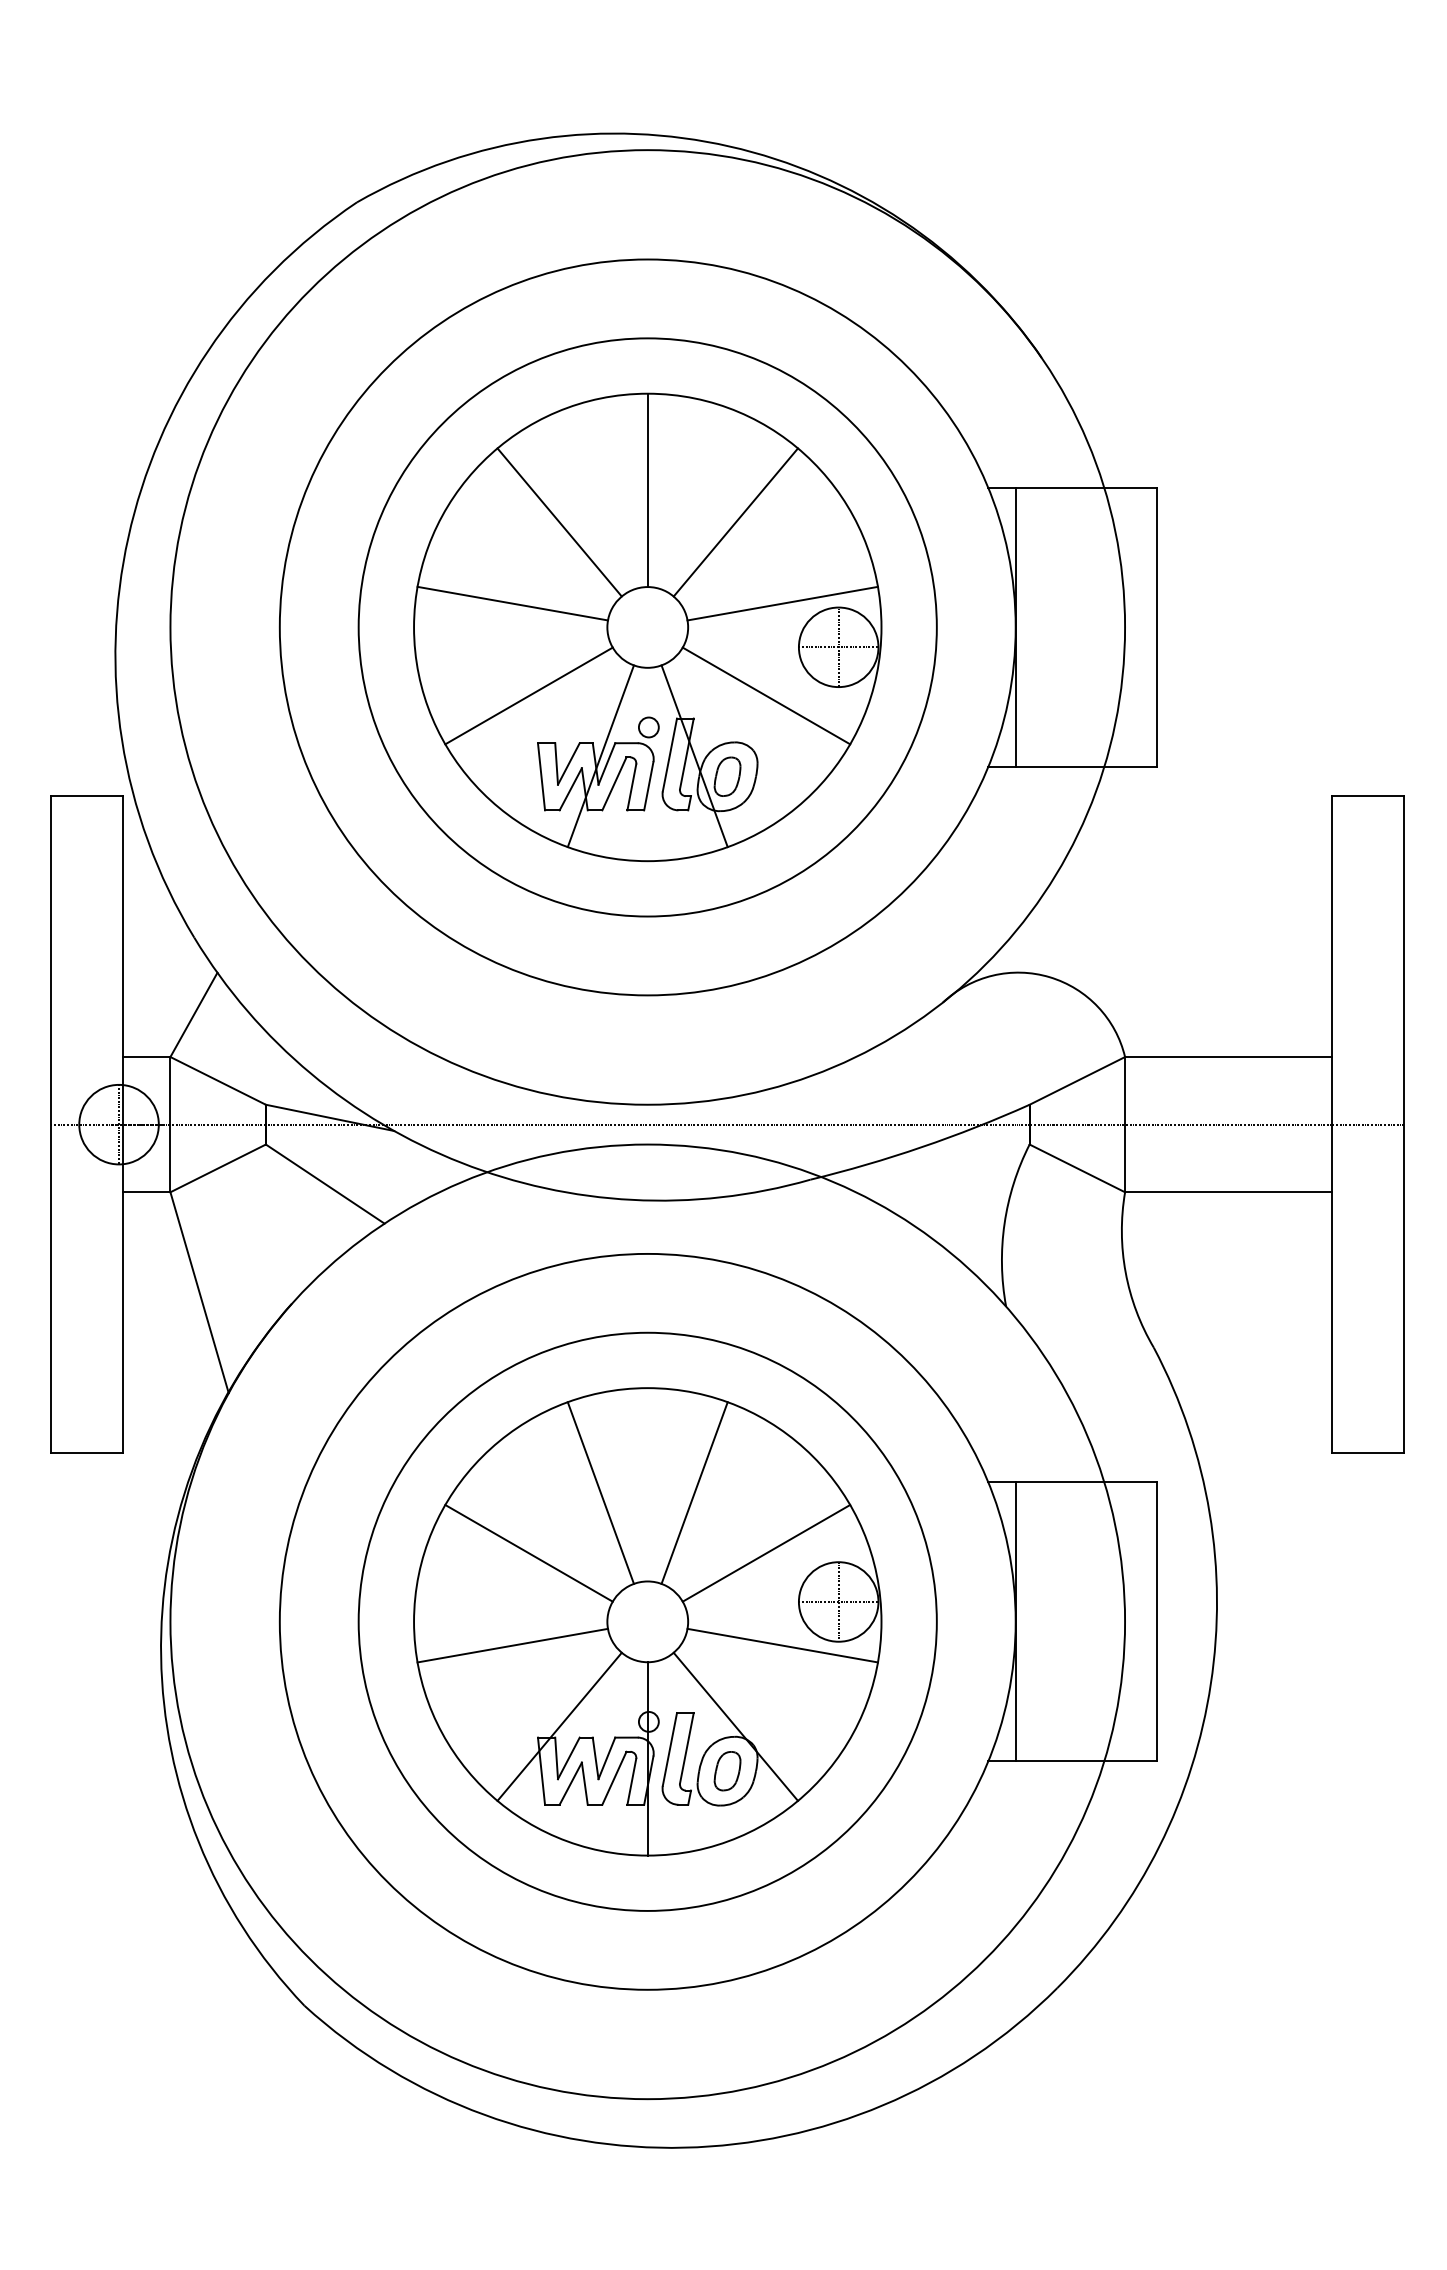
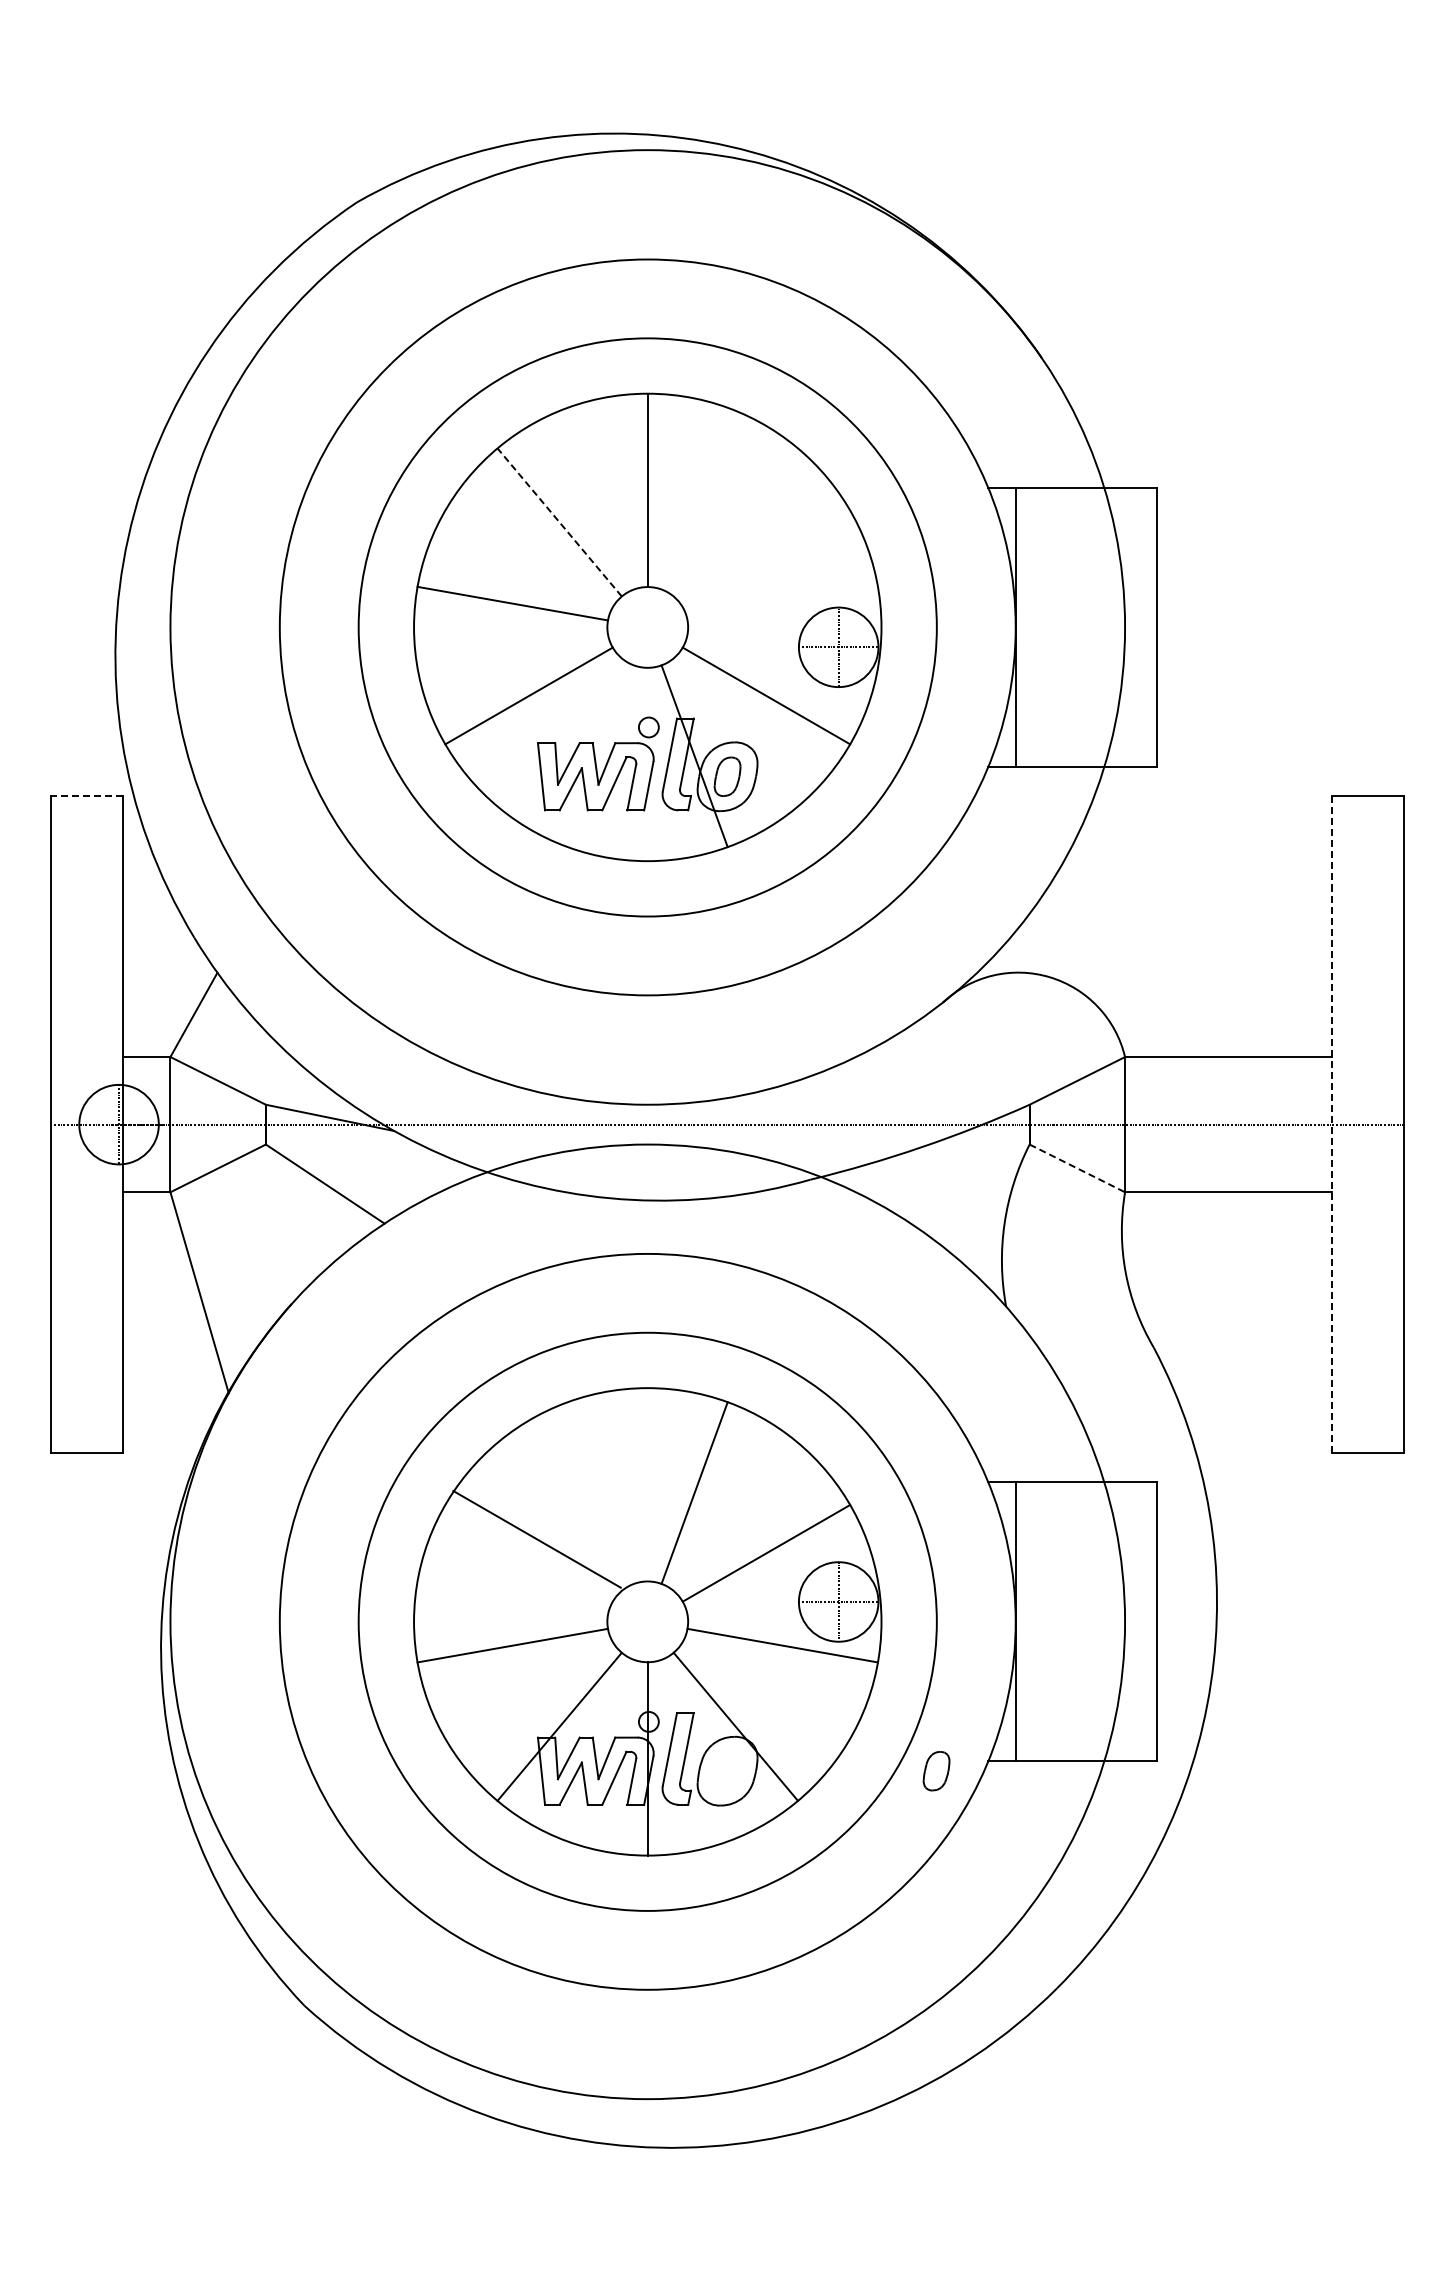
line at (559, 522): solid -> dashed
line at (735, 522): present -> none
line at (782, 603): present -> none
line at (600, 756): present -> none
line at (86, 796): solid -> dashed
line at (1331, 1125): solid -> dashed
line at (1077, 1168): solid -> dashed
line at (600, 1492): present -> none
line at (528, 1553) position: (528, 1553) -> (536, 1539)
part at (727, 1771) position: (727, 1771) -> (936, 1771)
